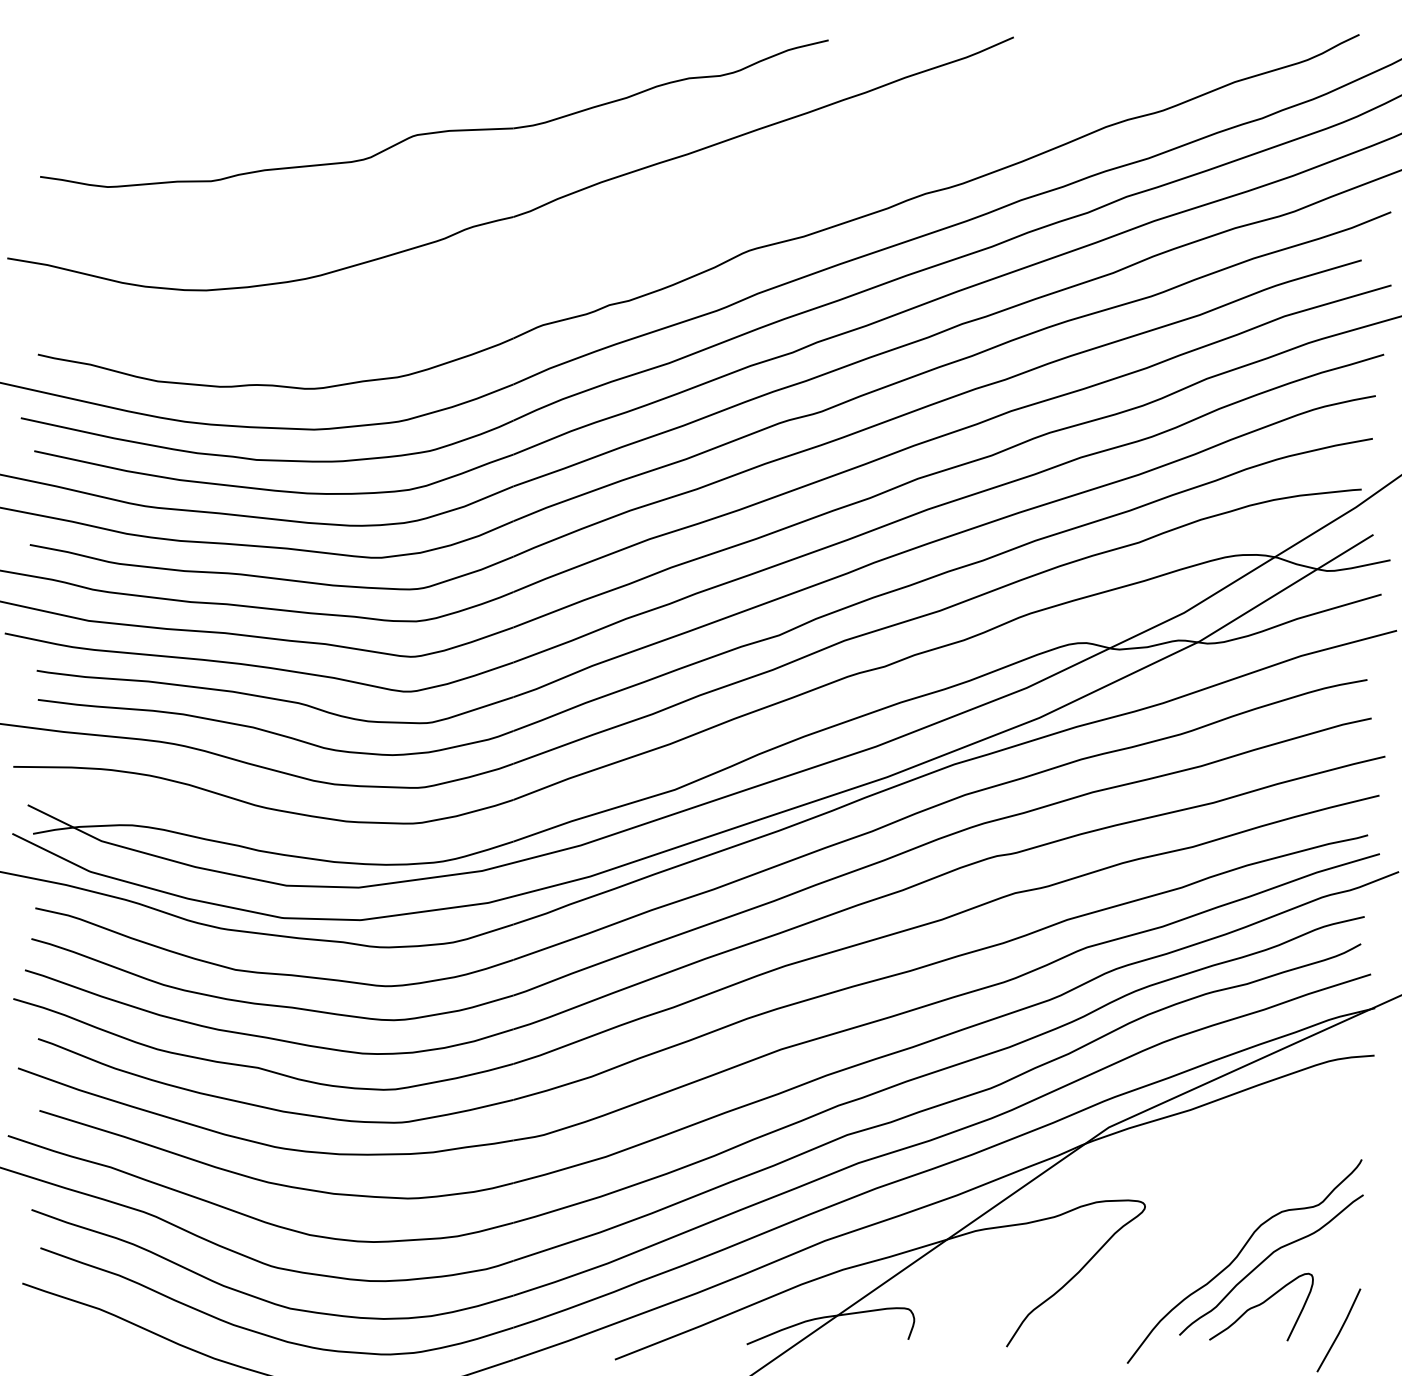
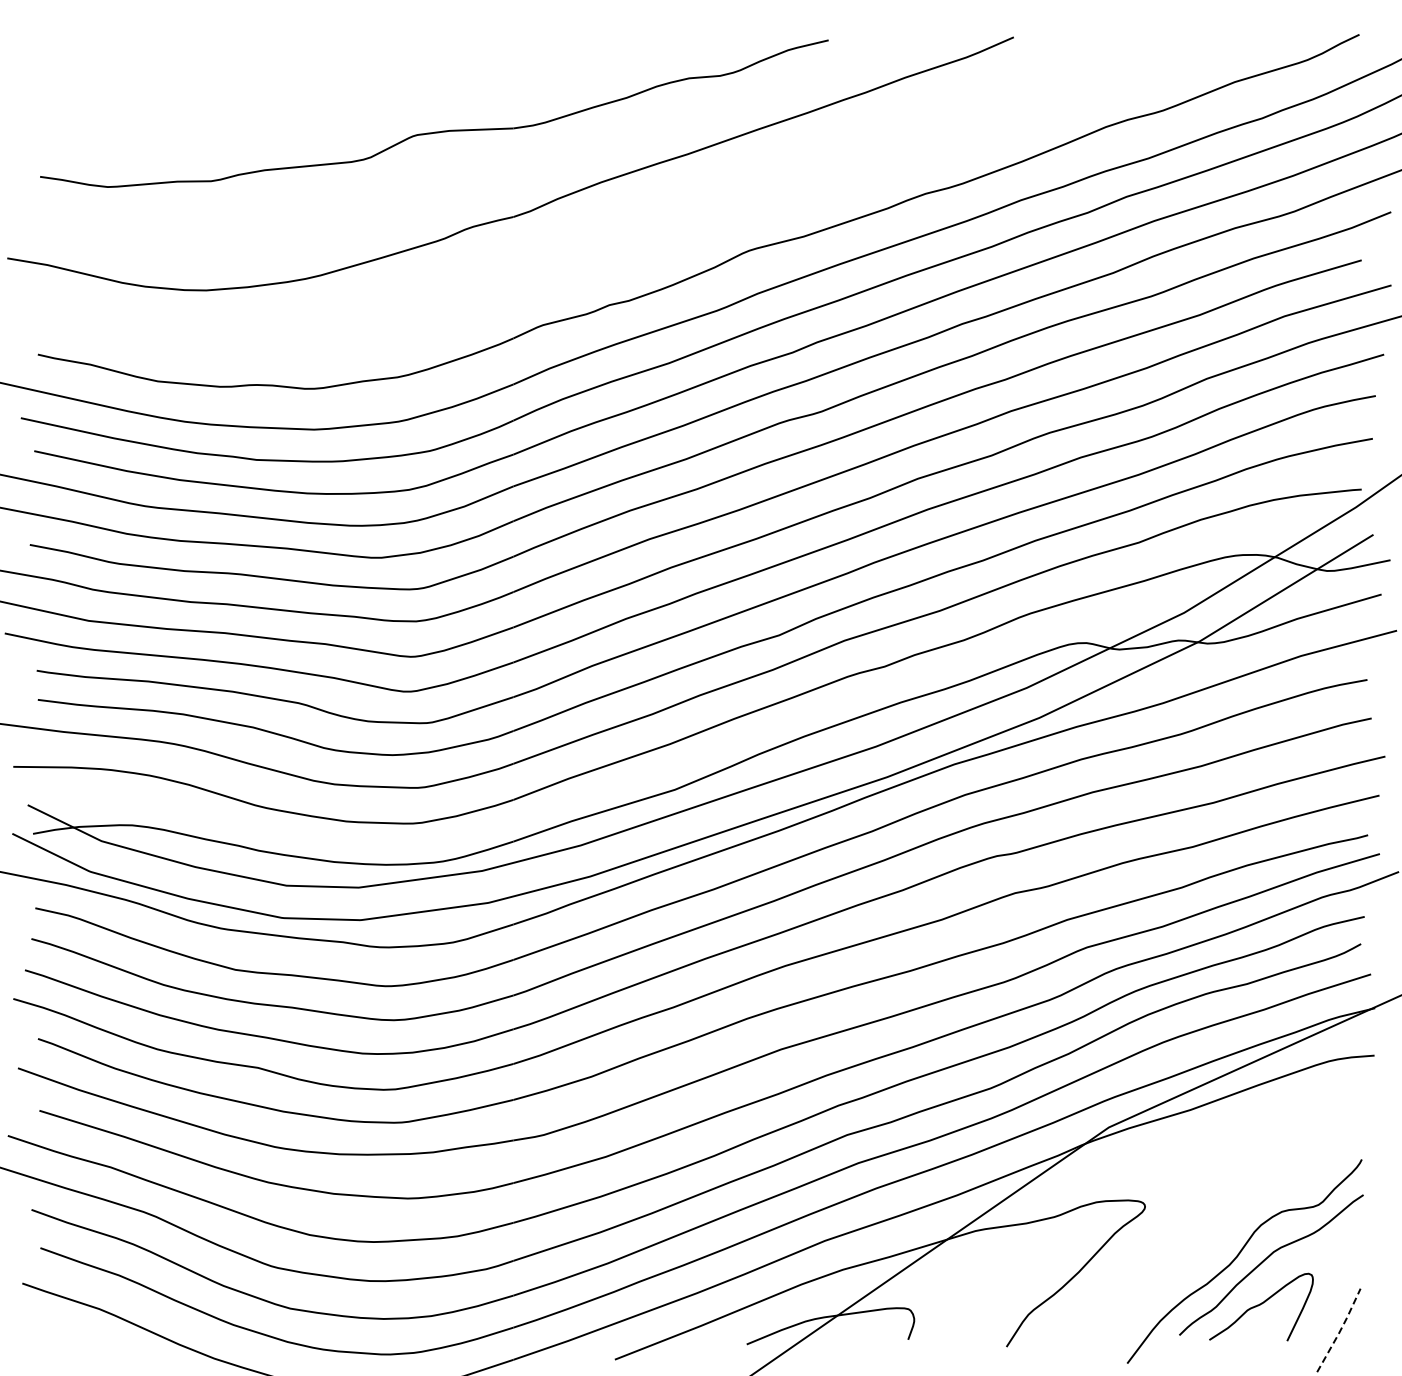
line at (1340, 1330): solid -> dashed
